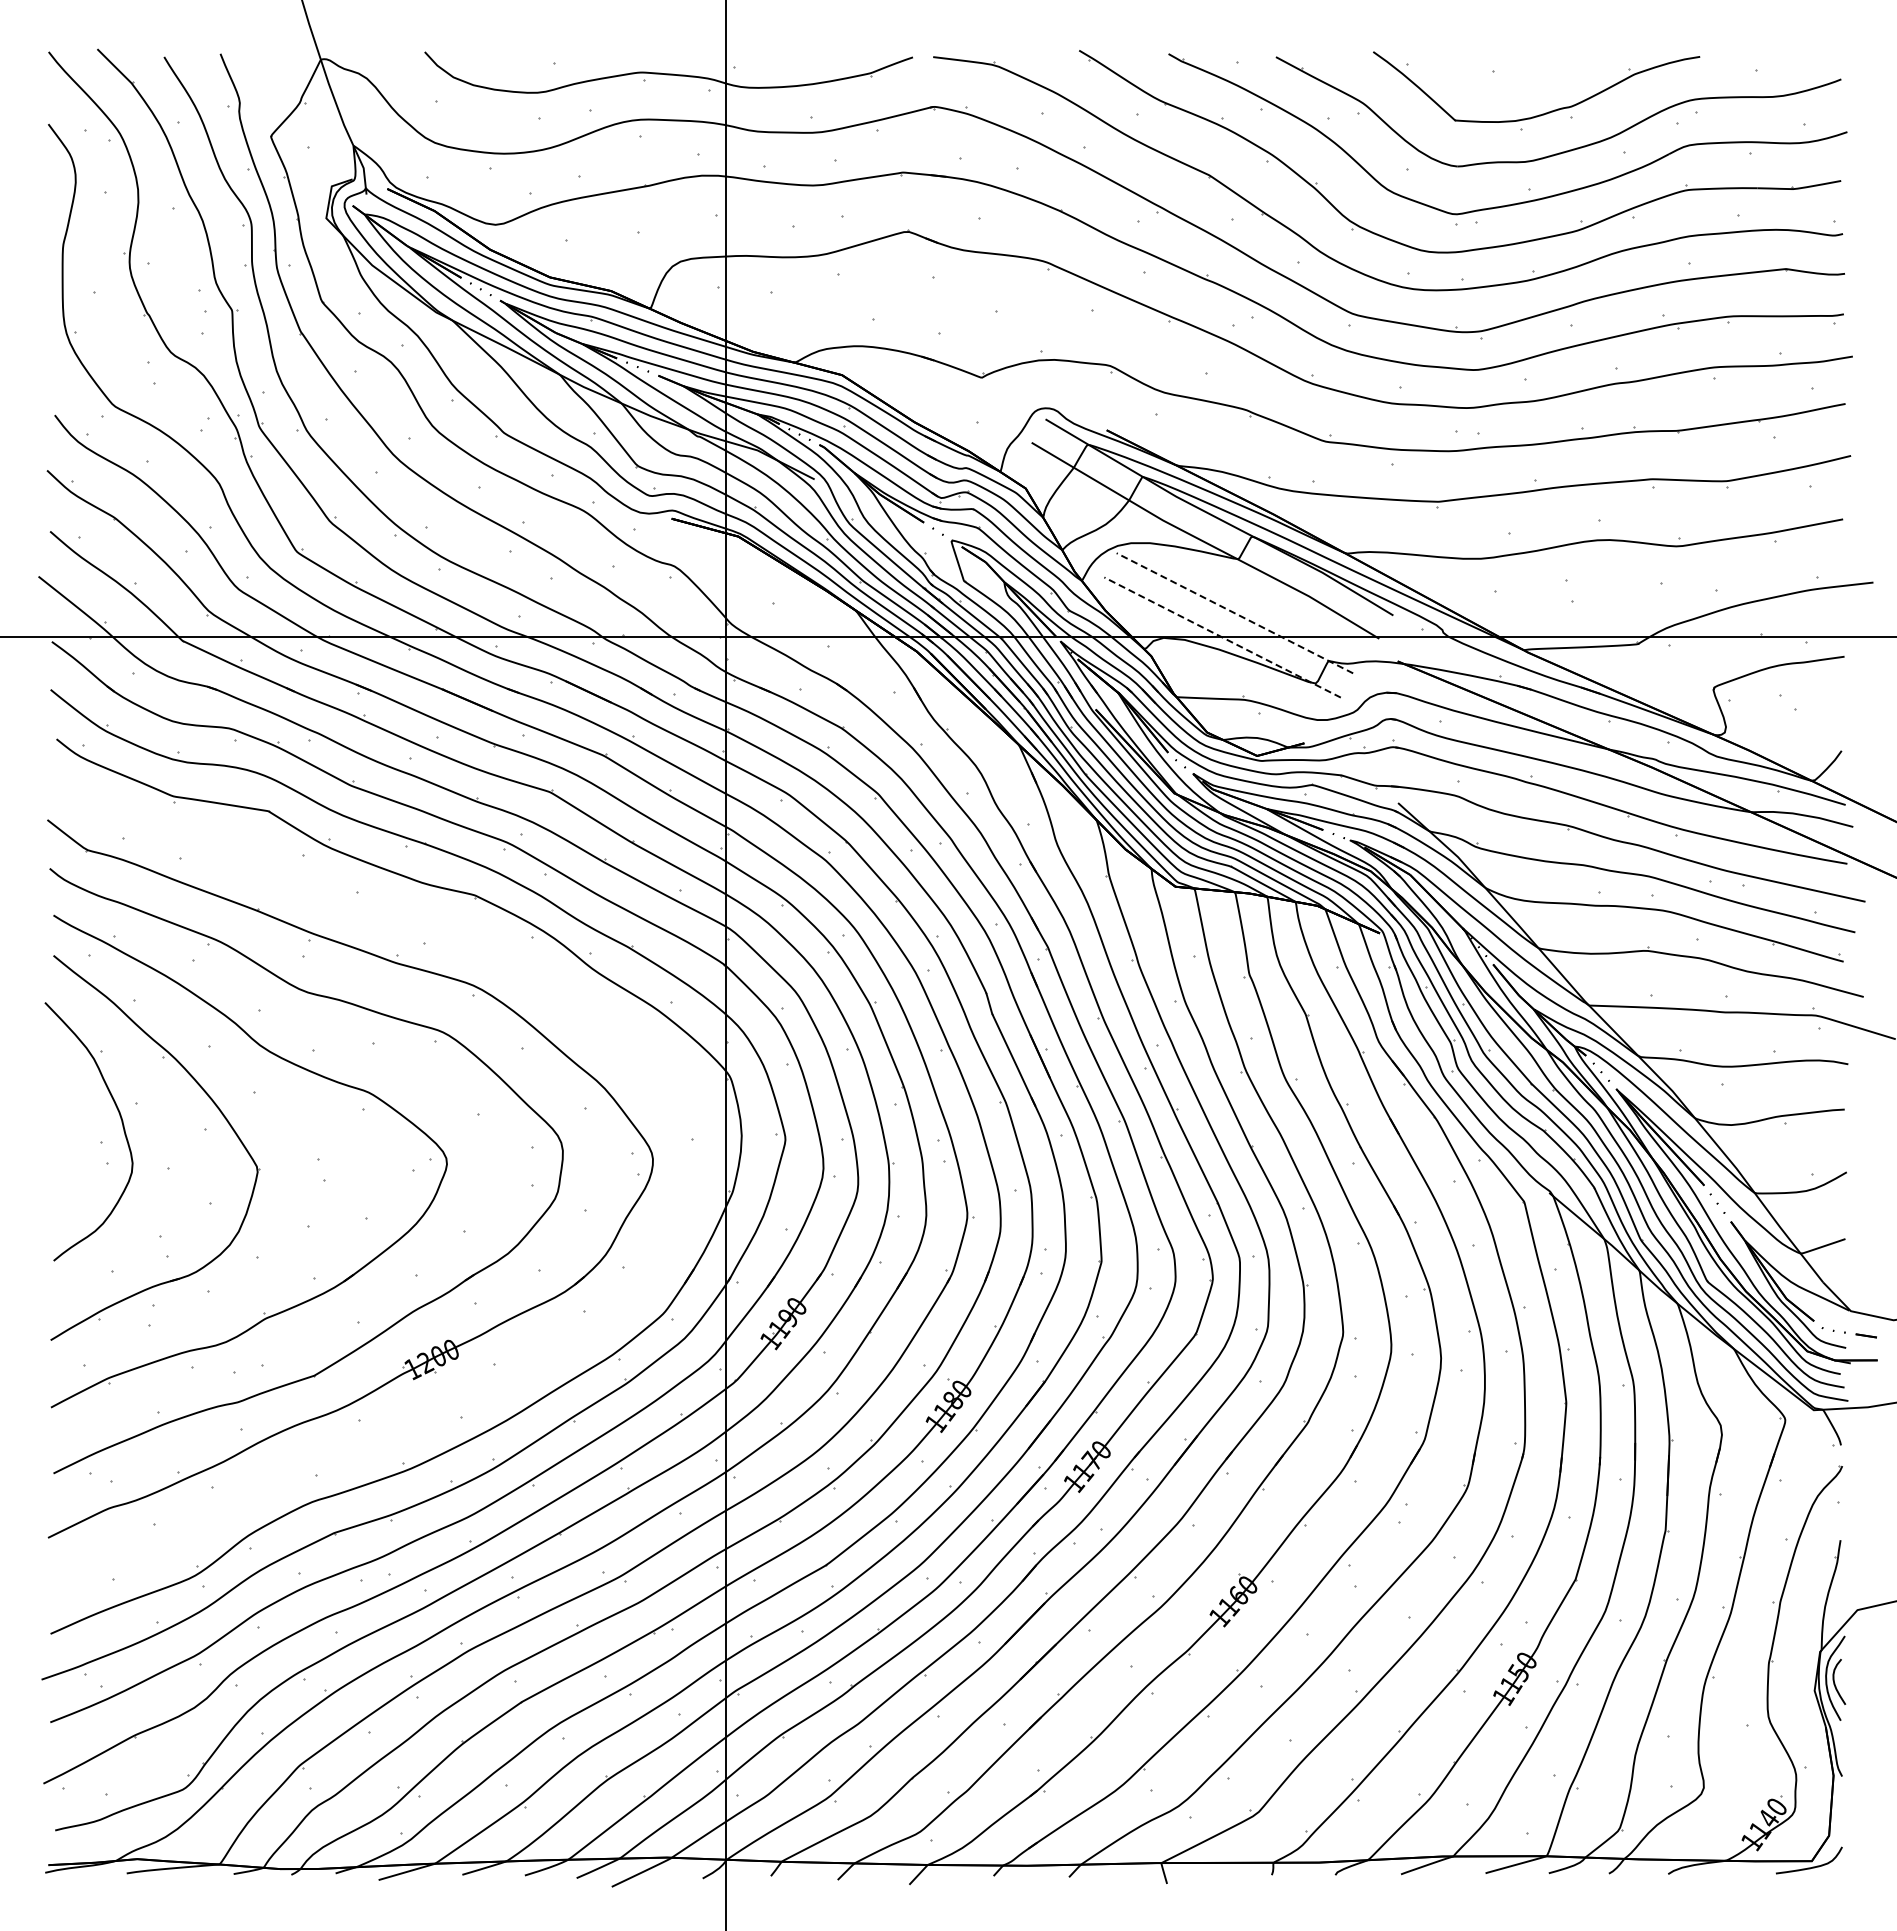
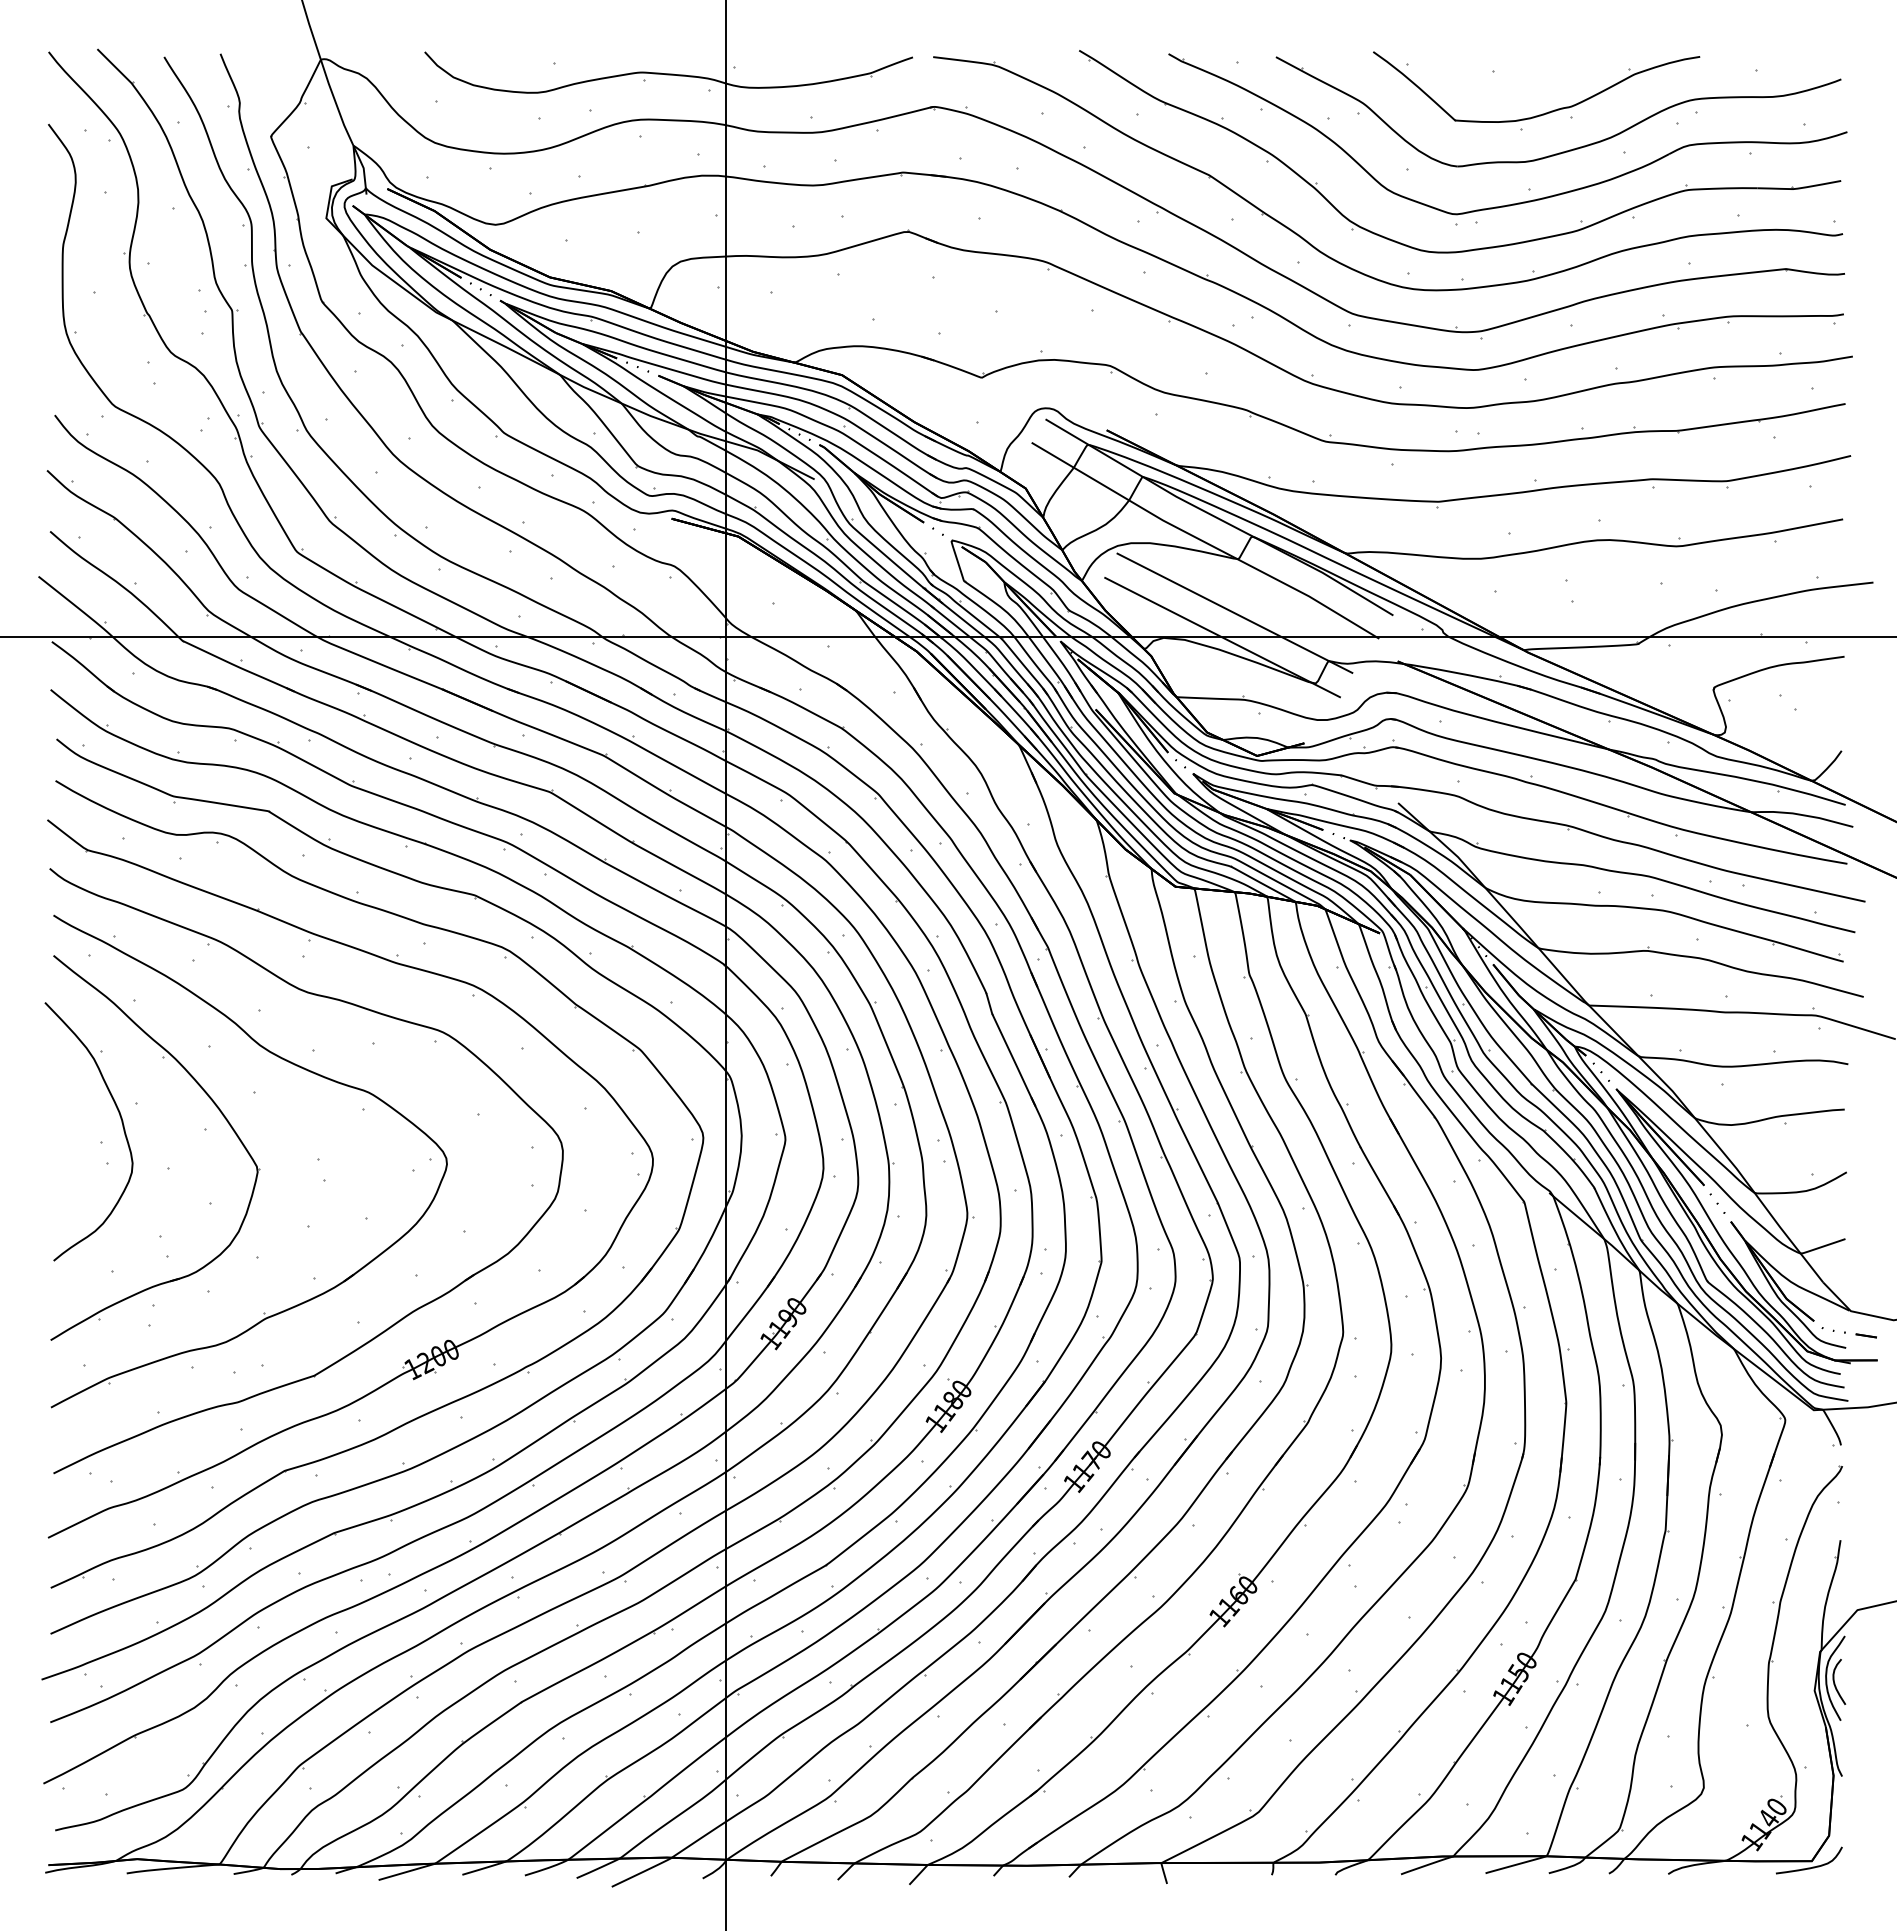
line at (1234, 613): dashed -> solid
line at (1222, 637): dashed -> solid
part at (474, 1391): none -> present
